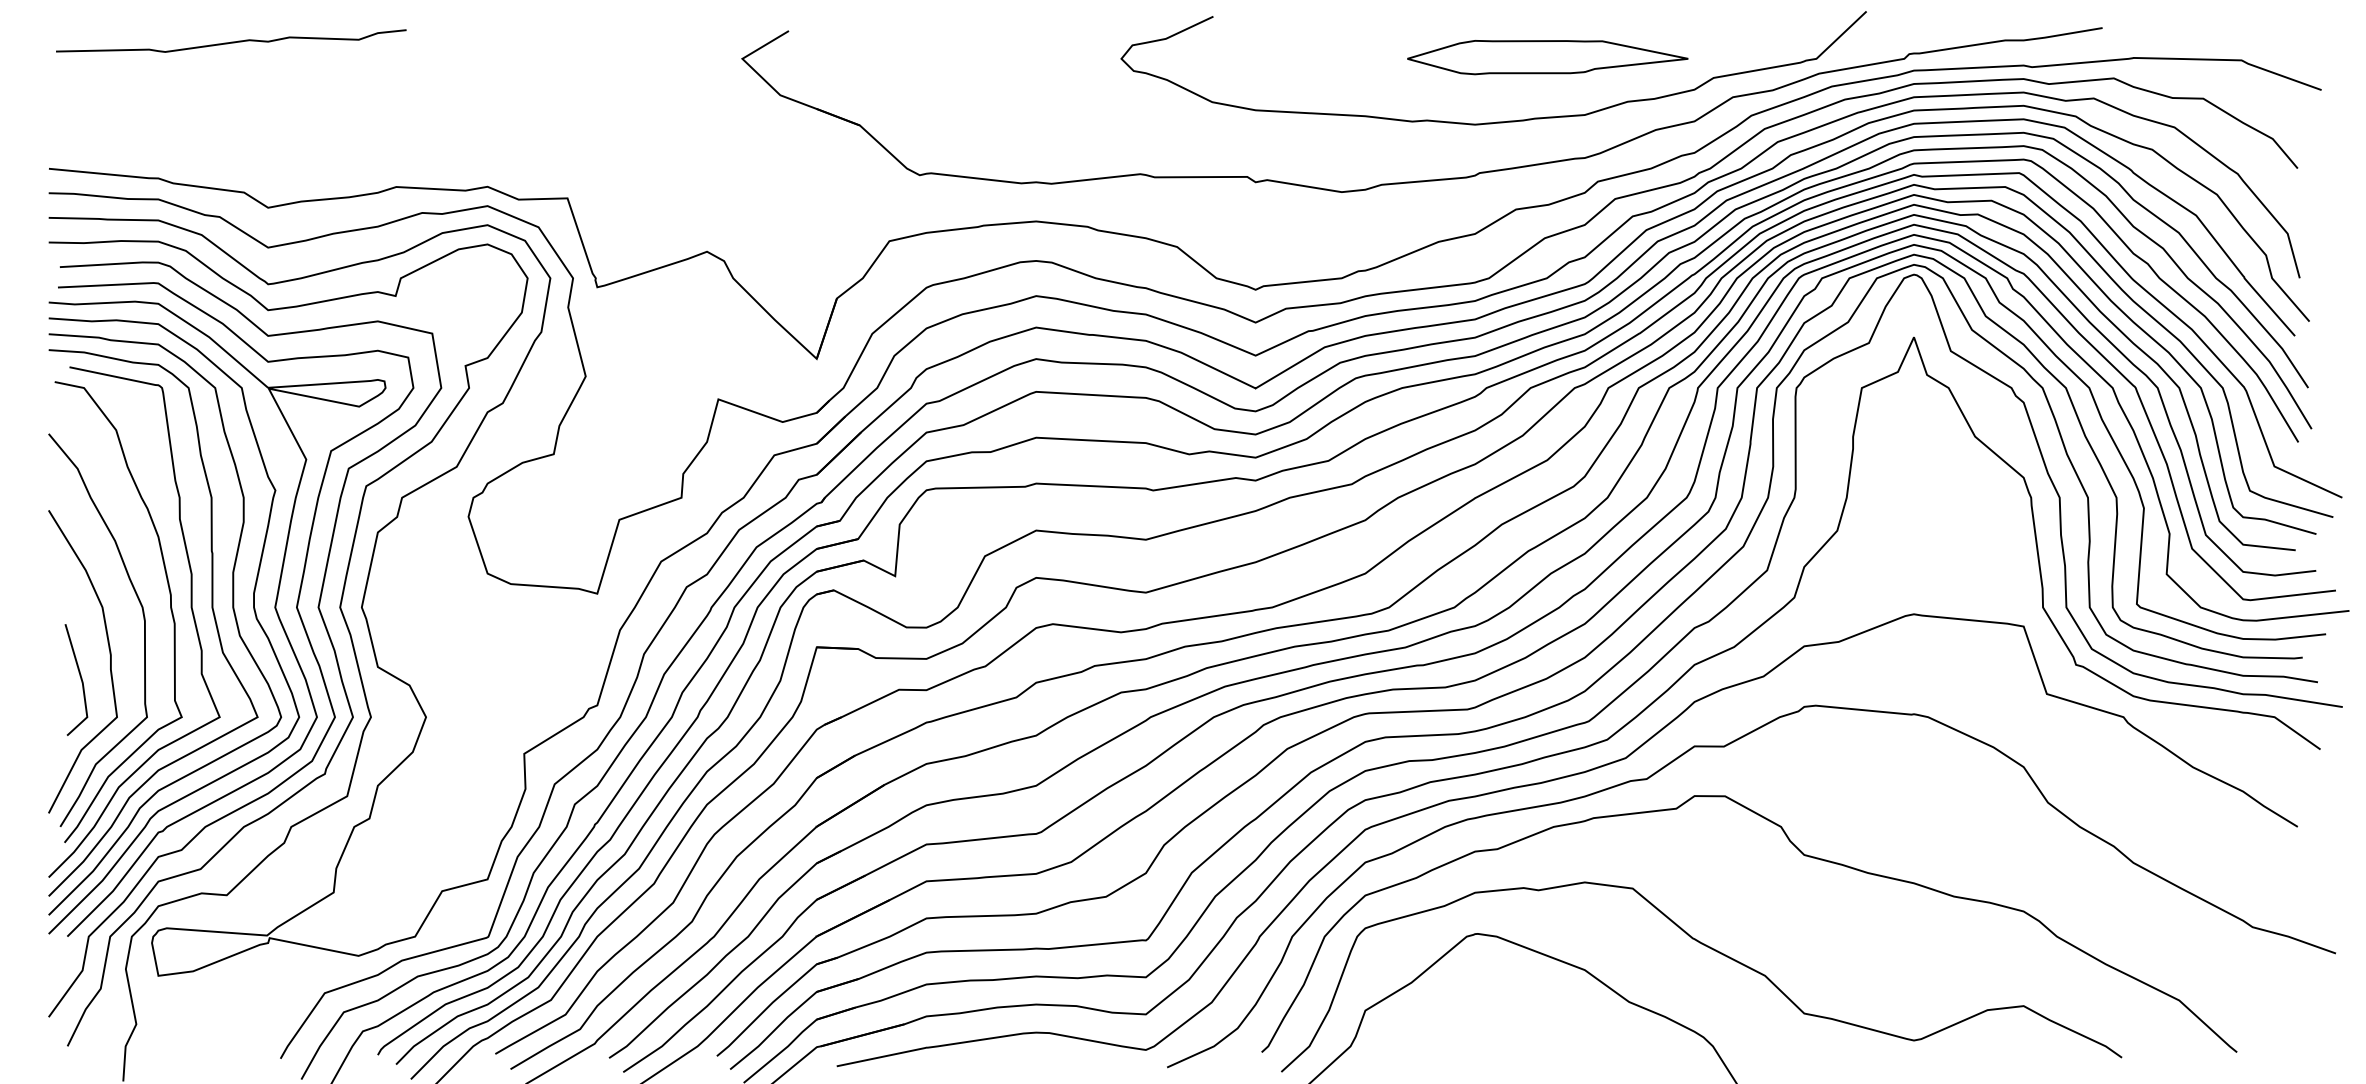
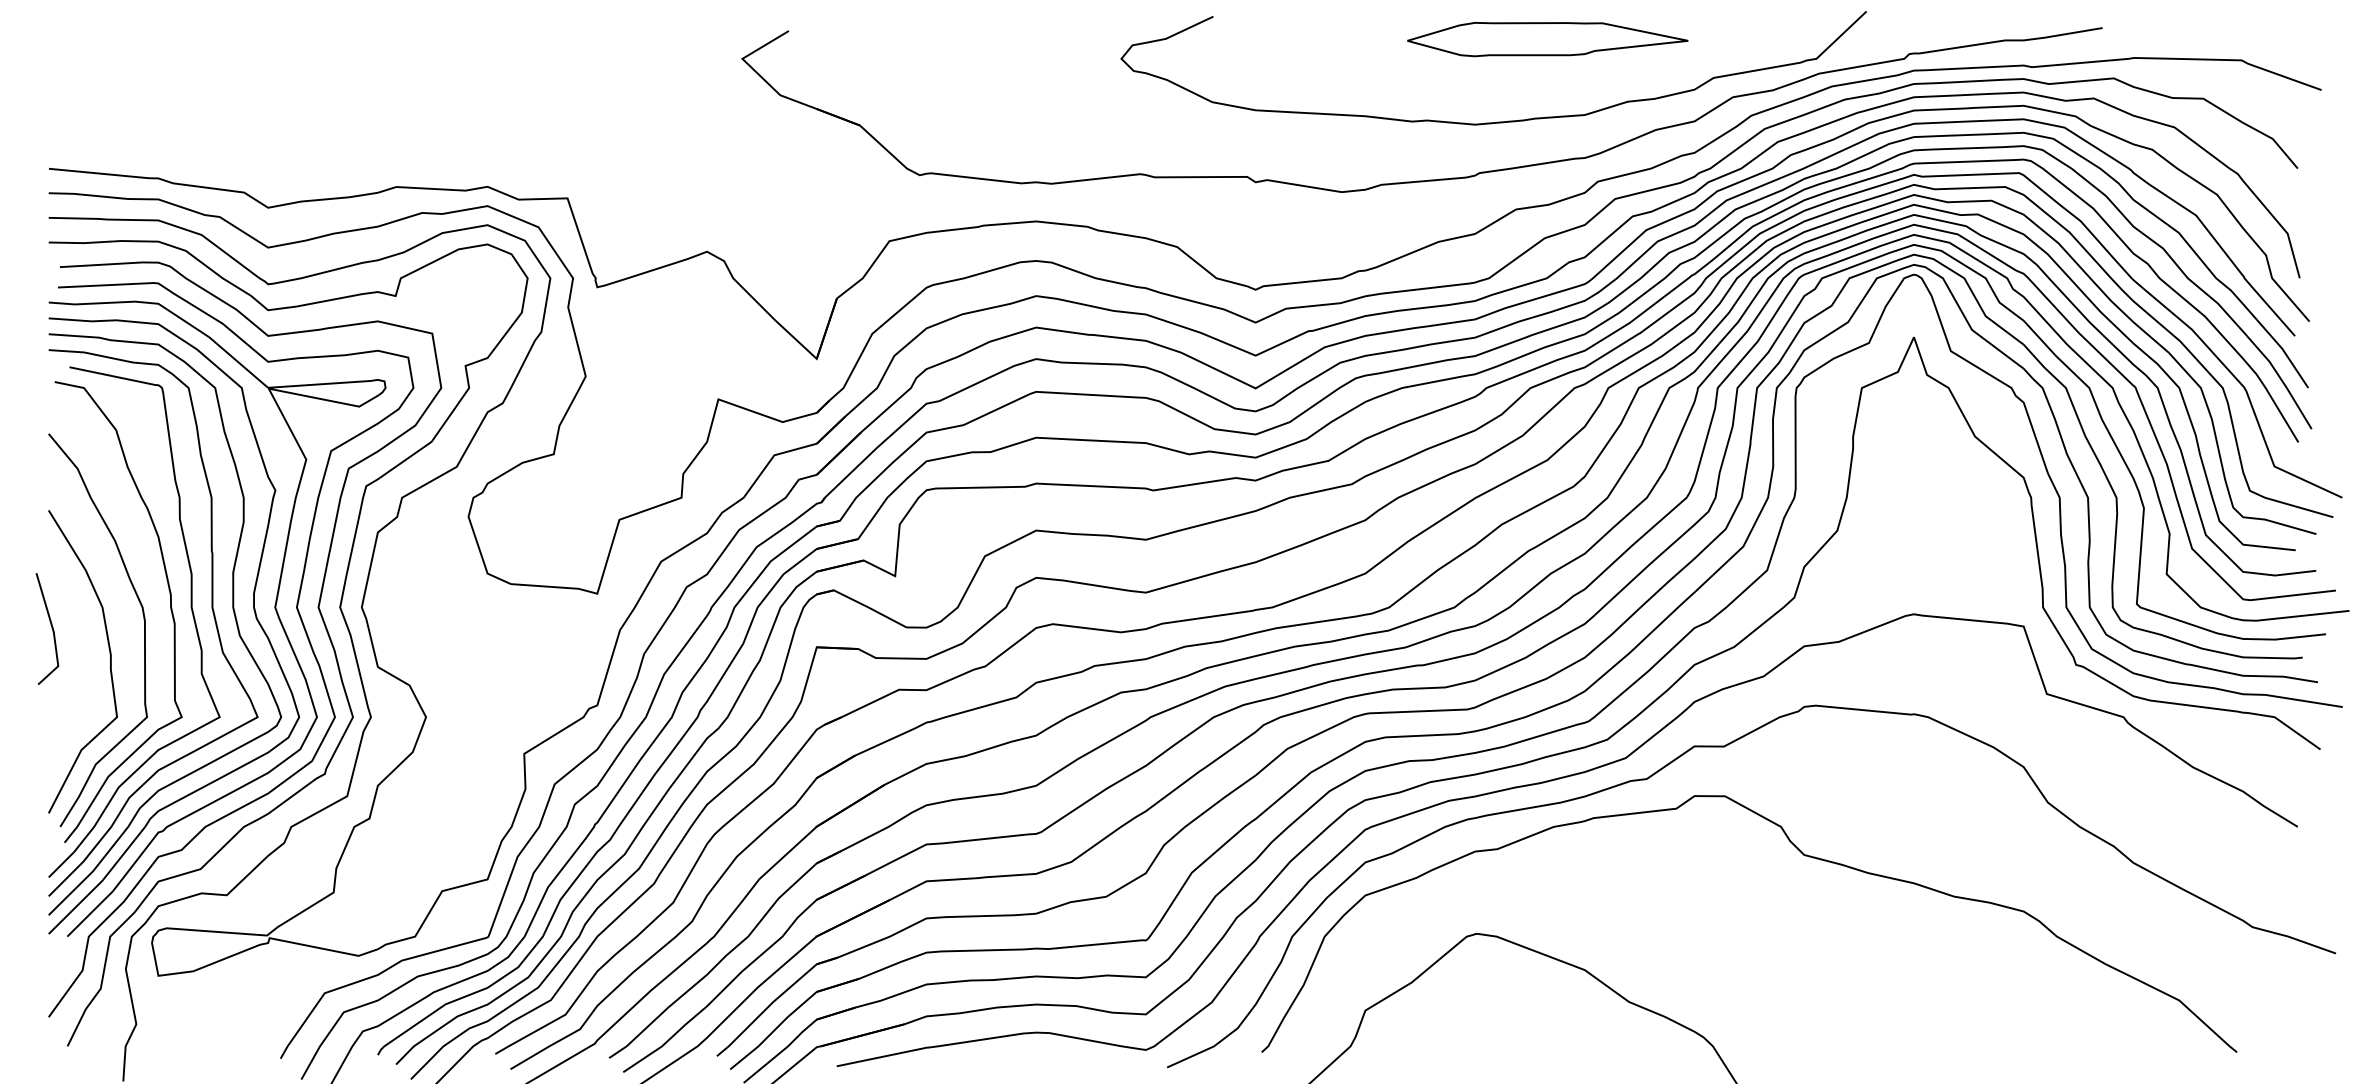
curve at (231, 41): present -> none
part at (1547, 57) position: (1547, 57) -> (1547, 39)
line at (80, 679) position: (80, 679) -> (51, 628)
curve at (1713, 950): present -> none
